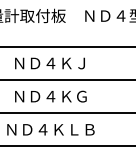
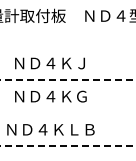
line at (67, 46): present -> none
line at (67, 80): solid -> dashed
line at (67, 113): present -> none
line at (67, 146): solid -> dashed
